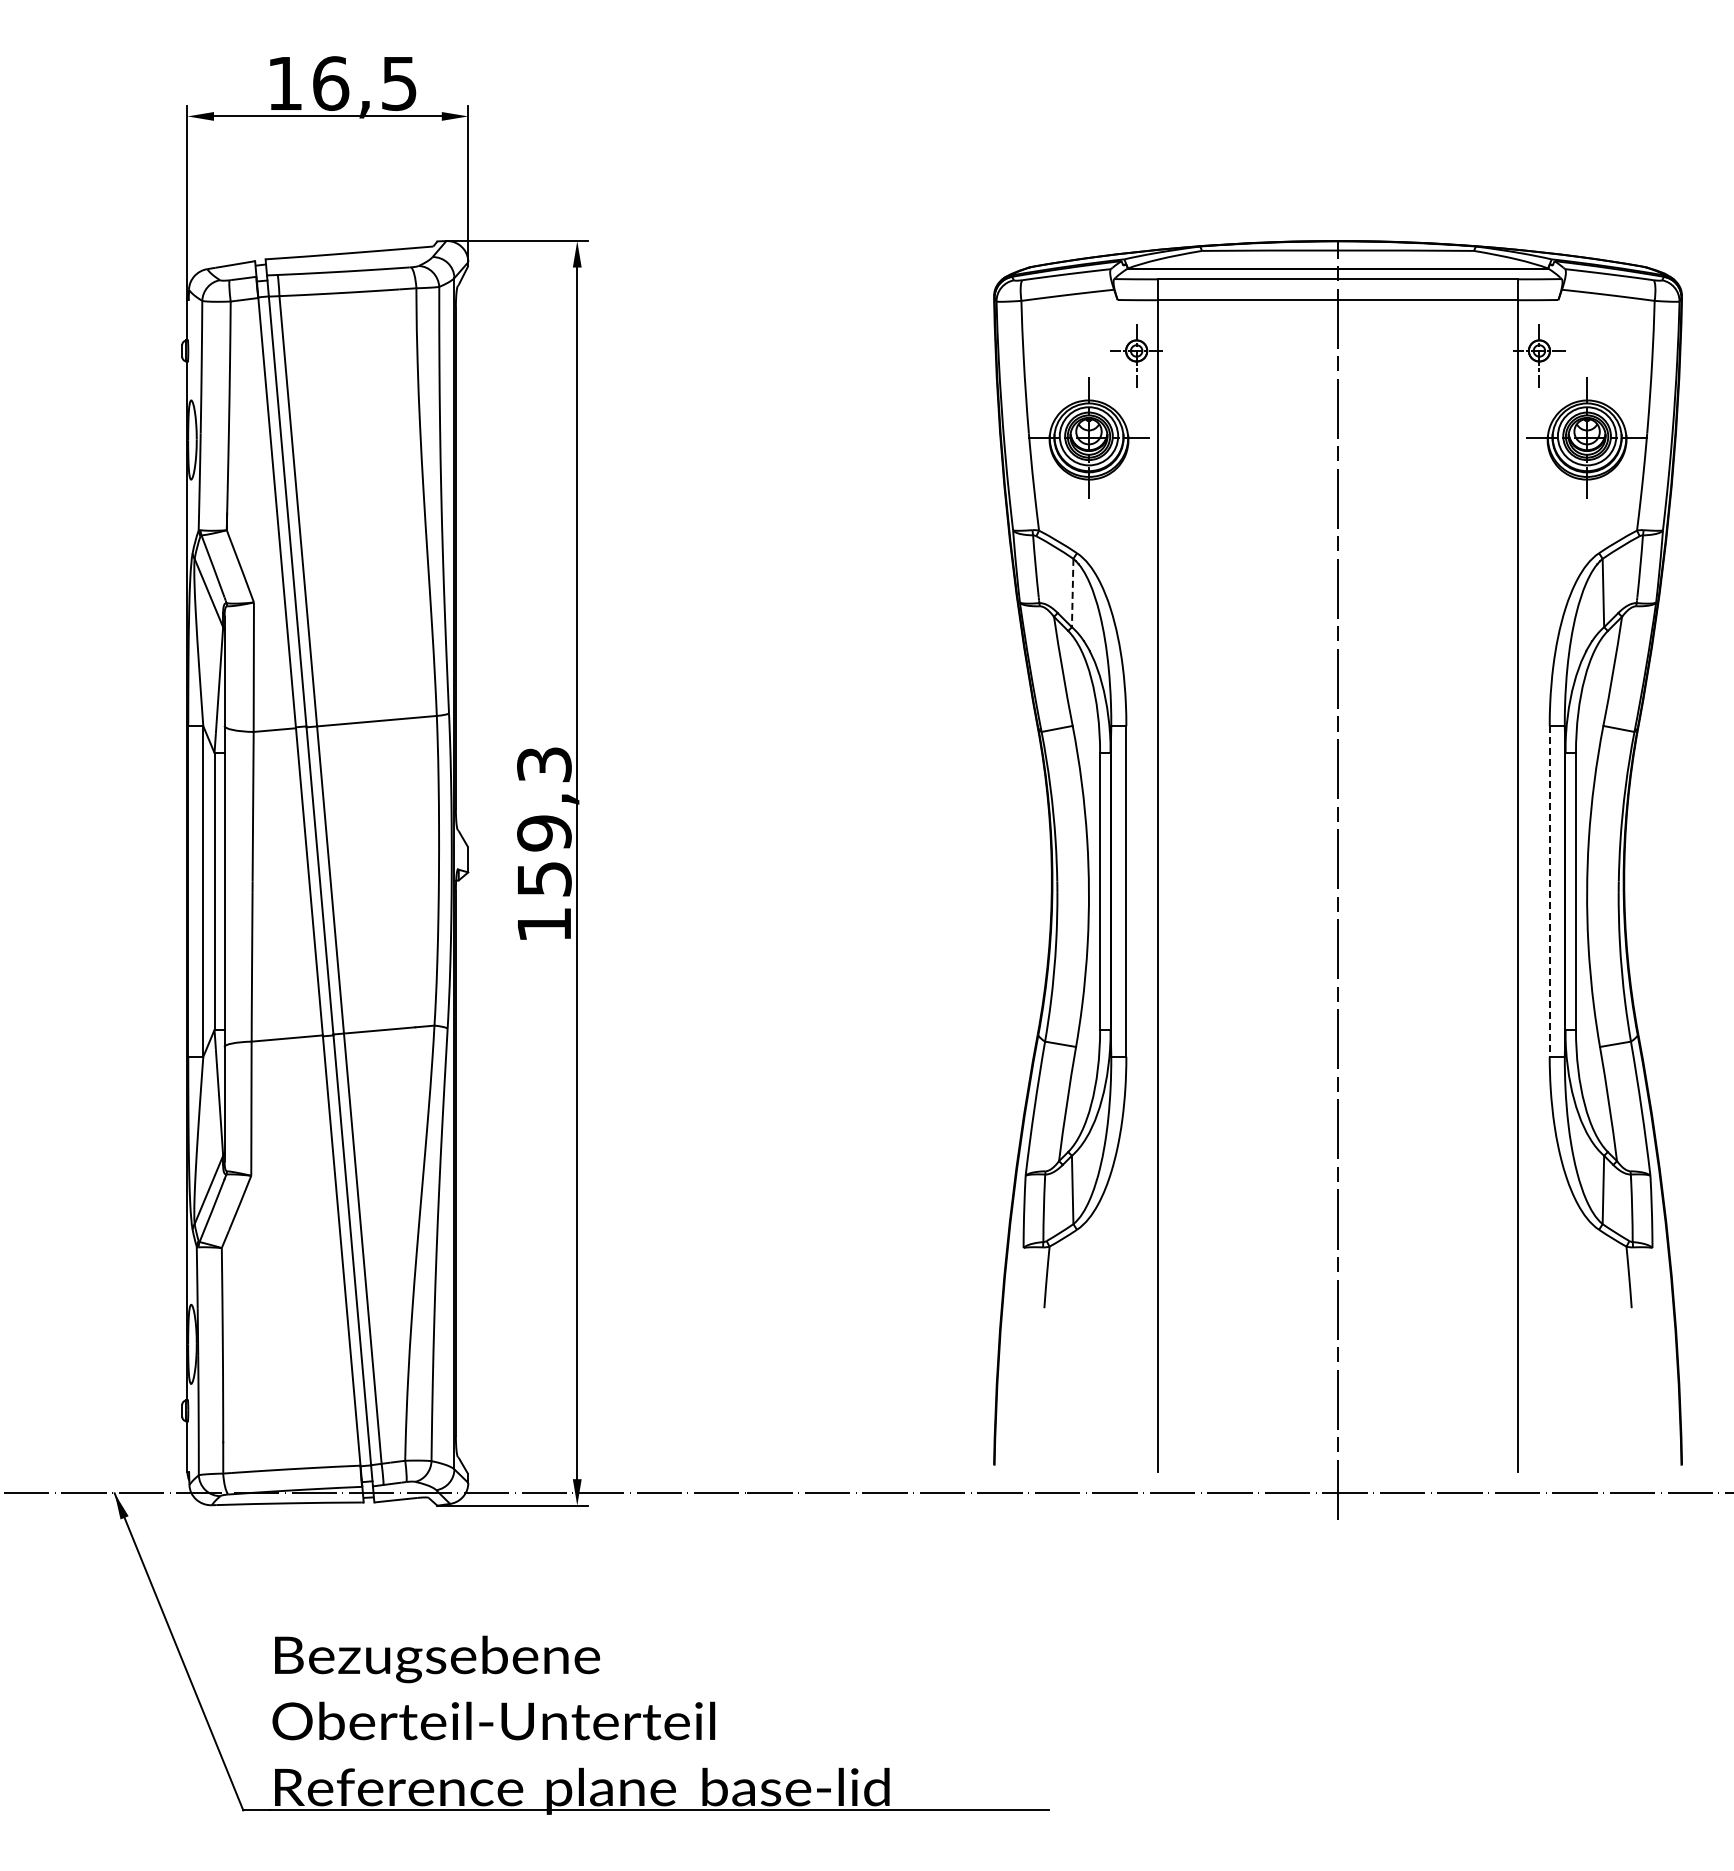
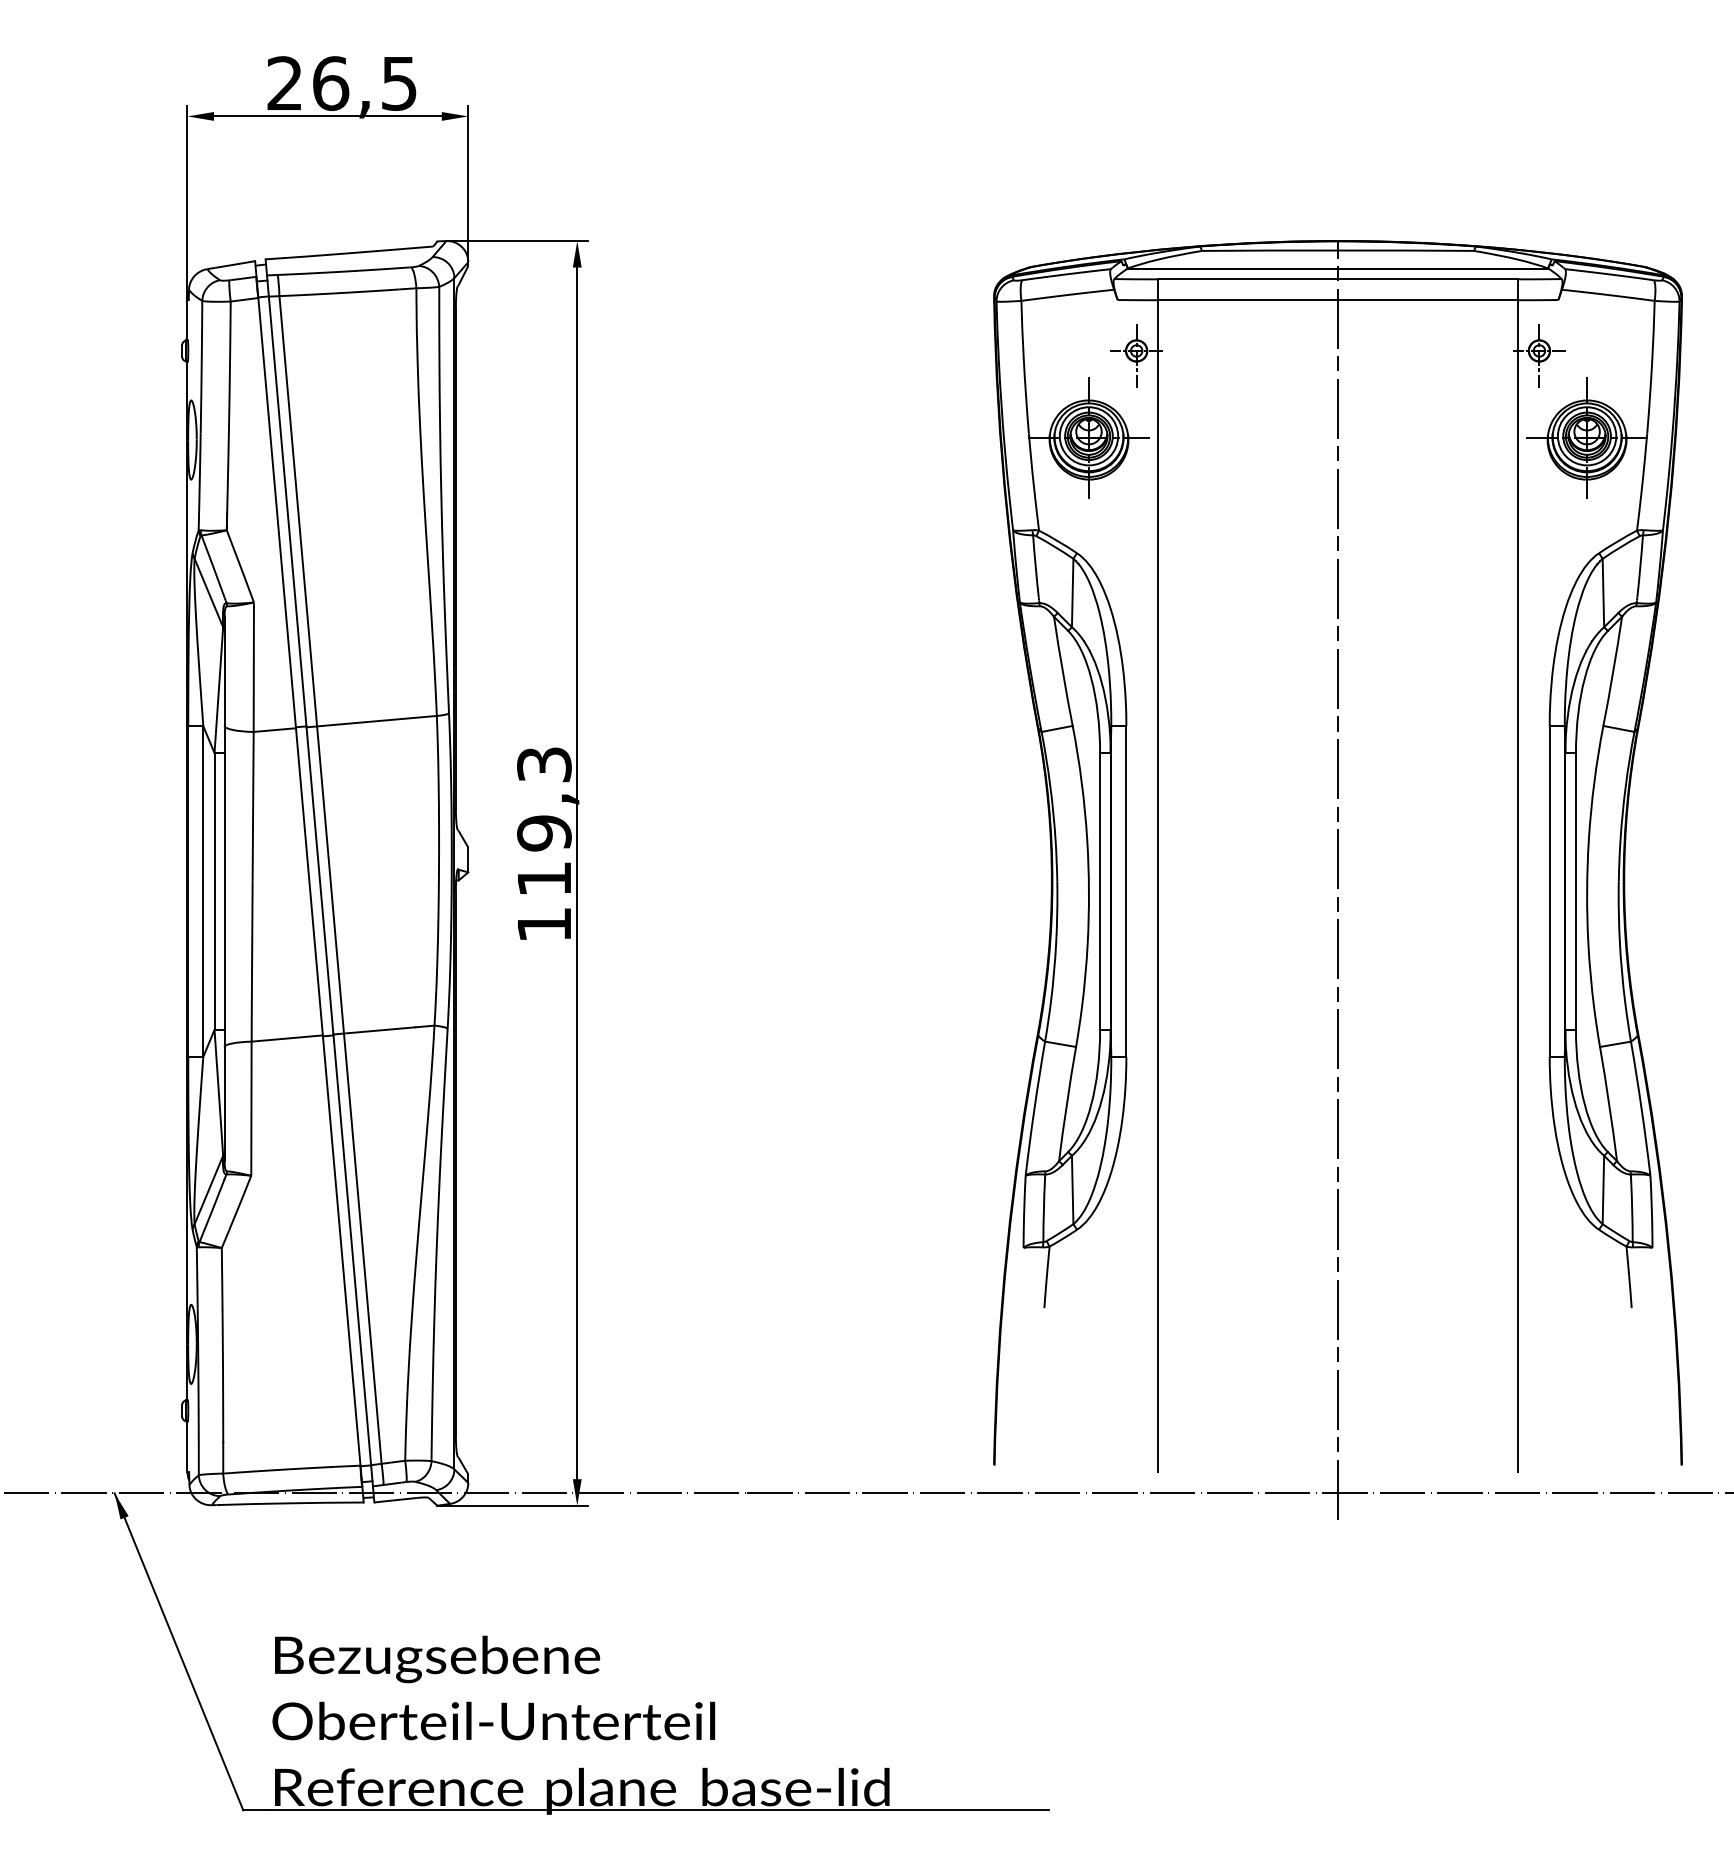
text at (284, 82): 16,5 -> 26,5
line at (1072, 593): dashed -> solid
text at (544, 879): 159,3 -> 119,3
line at (1549, 892): dashed -> solid
